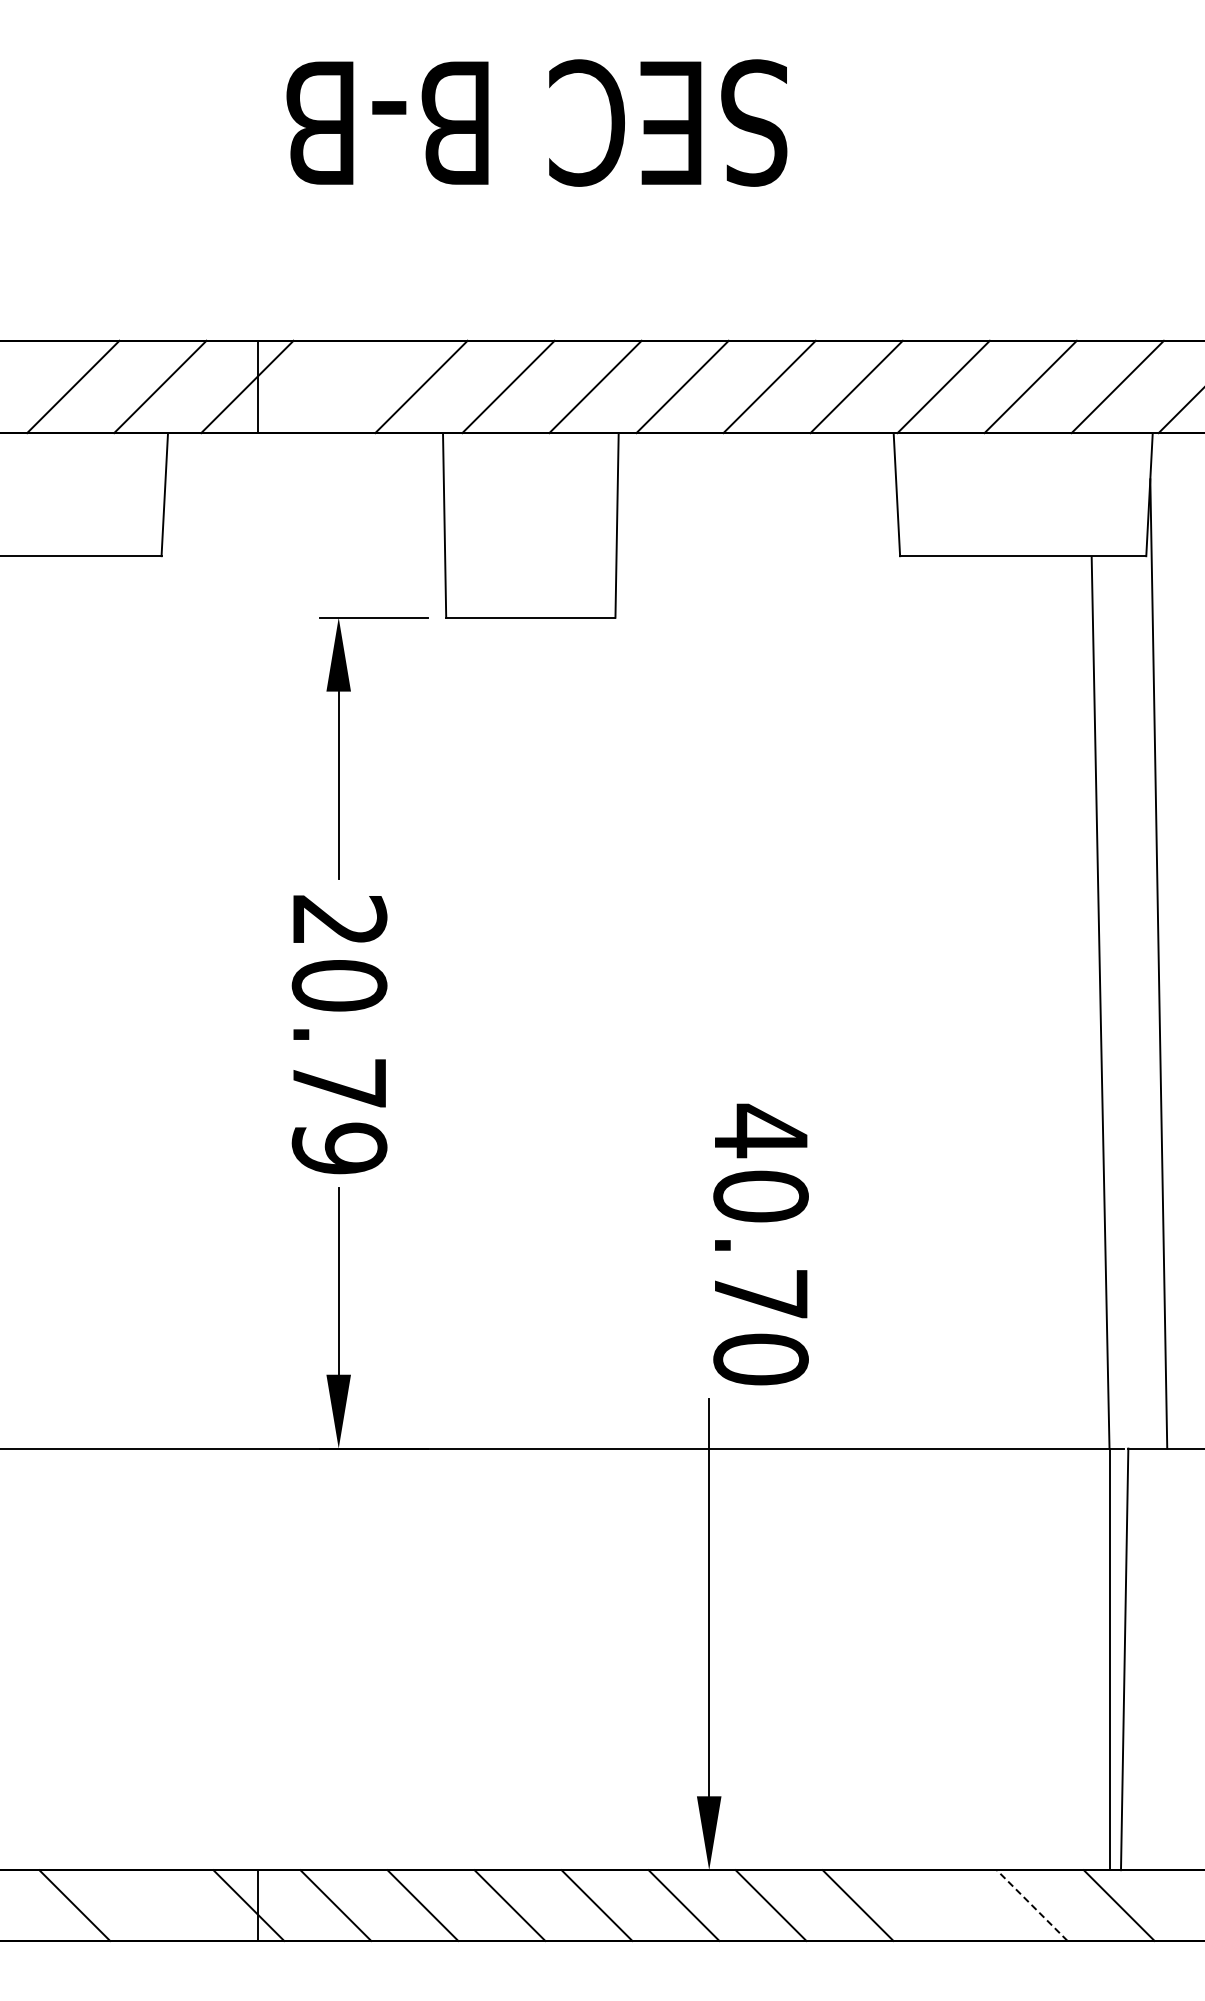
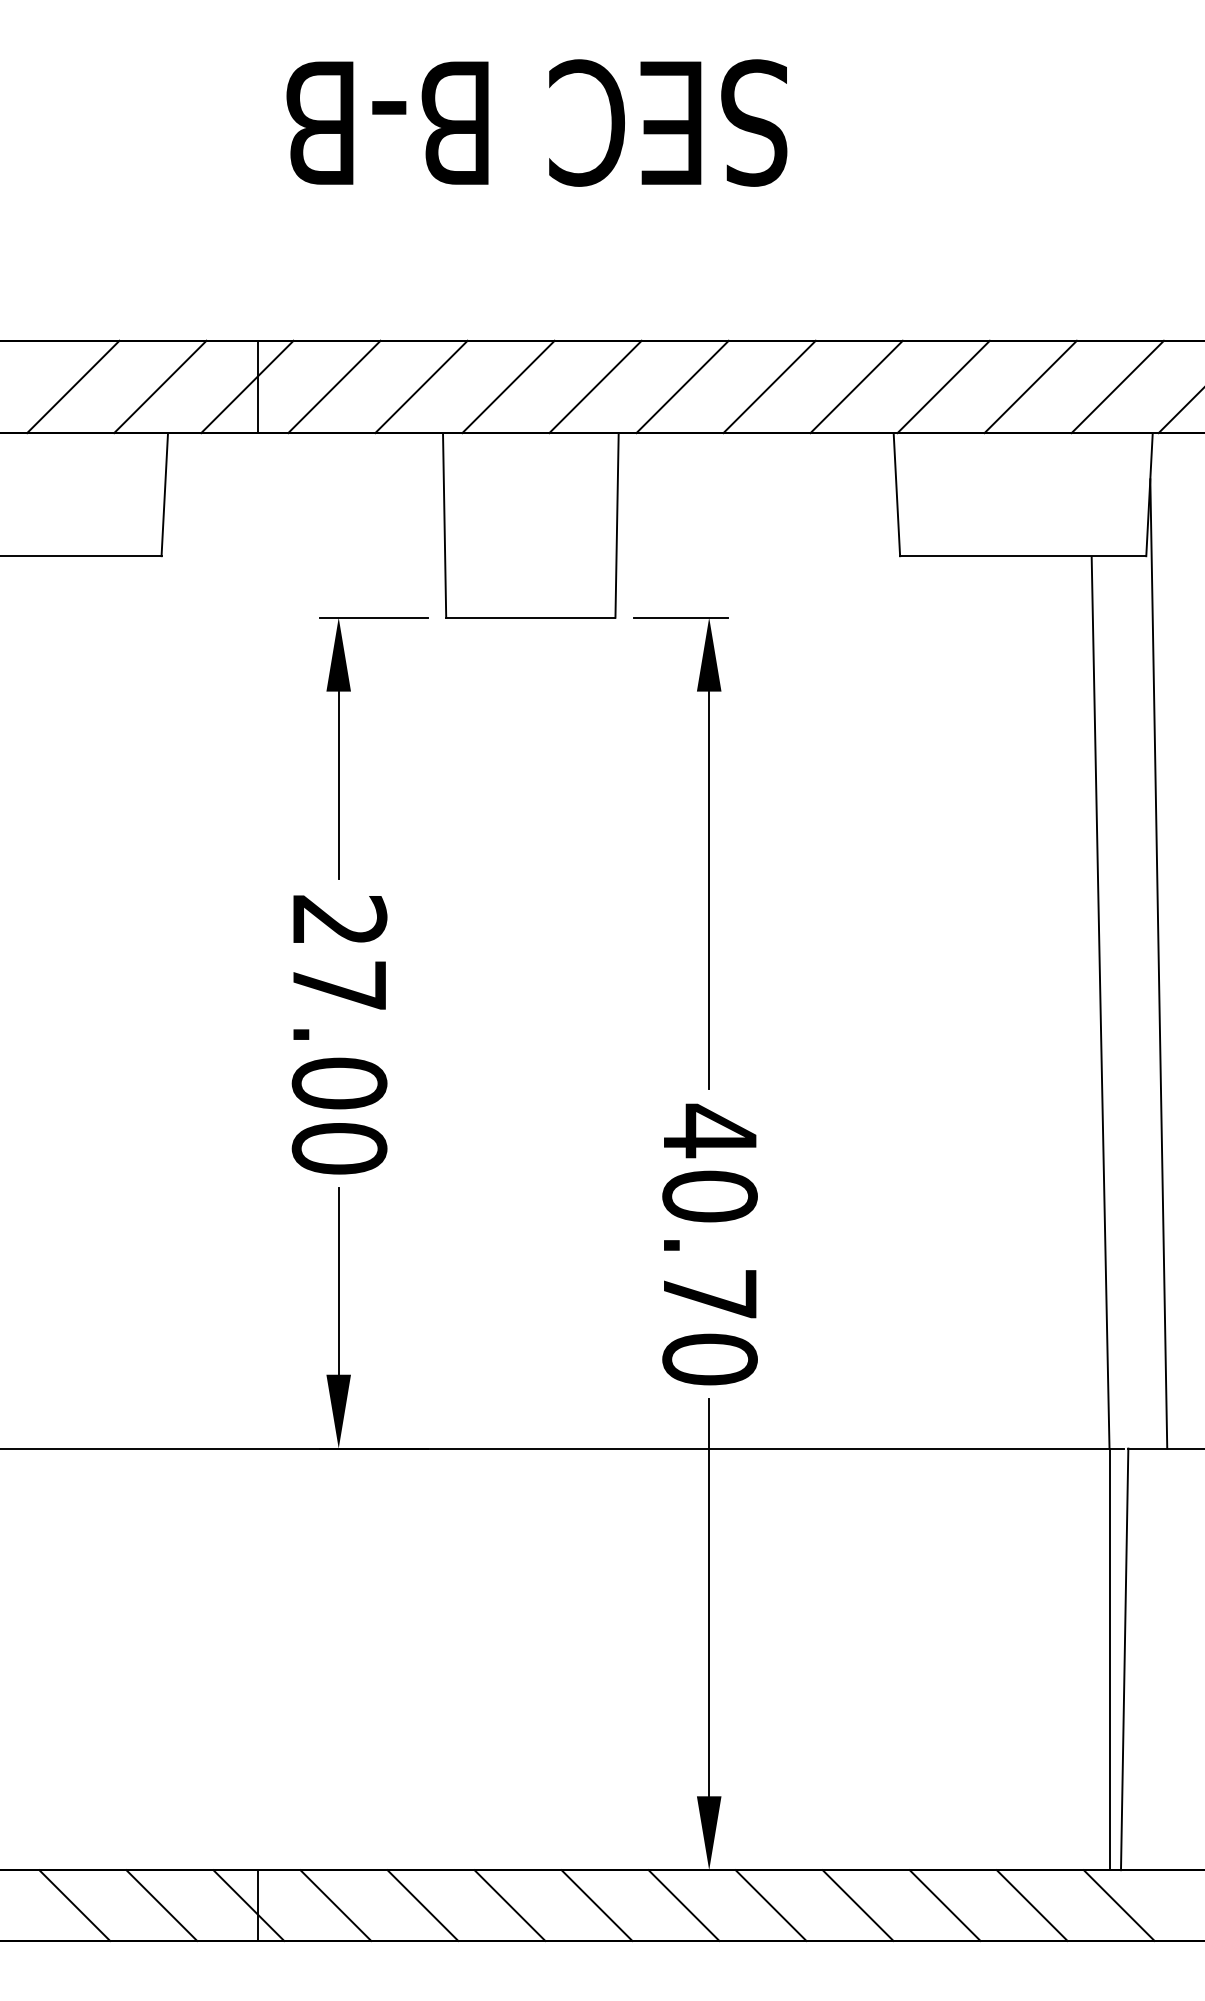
line at (334, 386): none -> present
part at (708, 853): none -> present
text at (339, 1067): 20.79 -> 27.00
text at (760, 1244) position: (760, 1244) -> (709, 1244)
line at (161, 1905): none -> present
line at (944, 1905): none -> present
line at (1031, 1905): dashed -> solid
